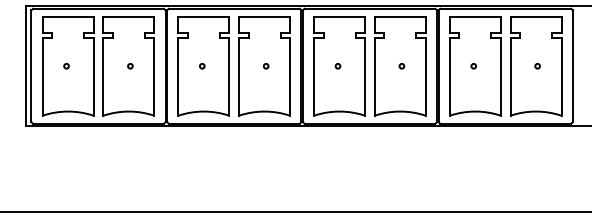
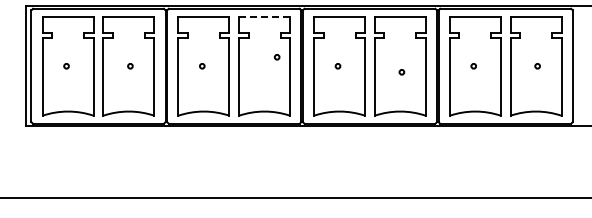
line at (264, 16): solid -> dashed
circle at (265, 66) position: (265, 66) -> (276, 57)
circle at (401, 66) position: (401, 66) -> (401, 72)
line at (295, 211) position: (295, 211) -> (295, 197)
